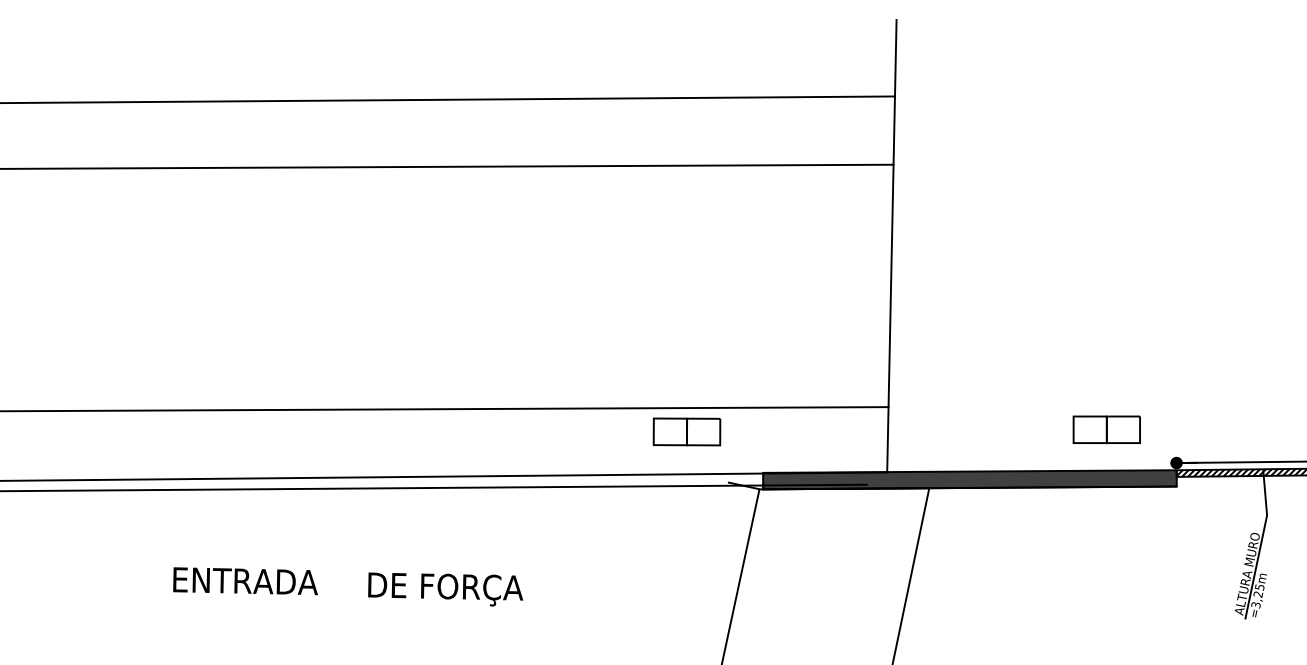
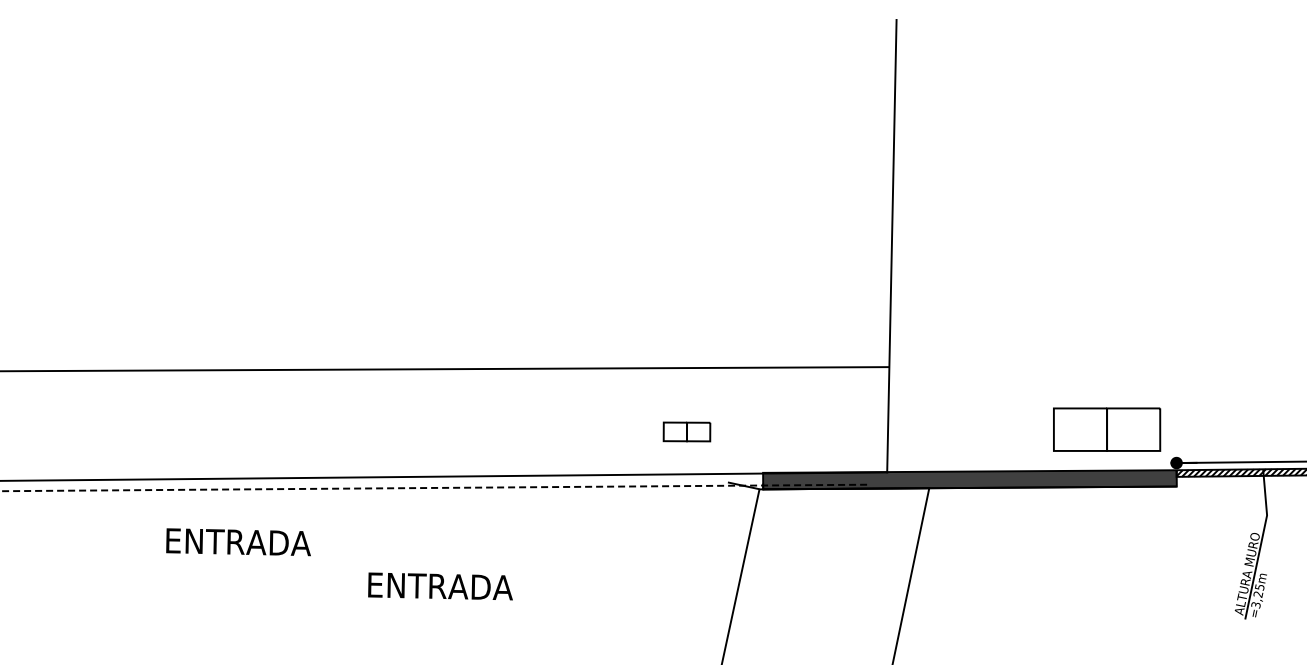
line at (448, 99): present -> none
line at (447, 166): present -> none
line at (445, 409) position: (445, 409) -> (445, 369)
part at (1106, 429) size: 69x30 px -> 109x45 px
part at (686, 431) size: 70x30 px -> 50x22 px
line at (433, 487): solid -> dashed
text at (245, 581) position: (245, 581) -> (238, 542)
text at (447, 589): DE FORÇA -> ENTRADA
